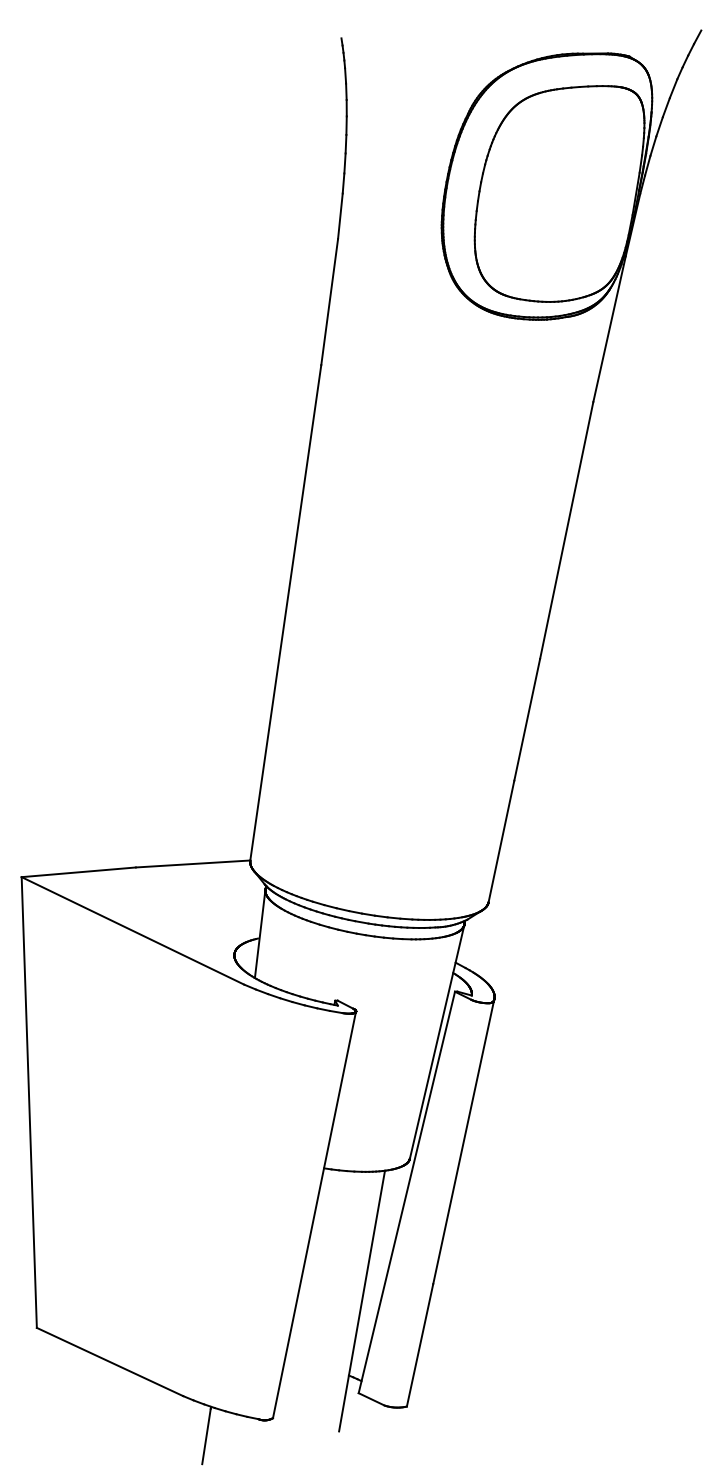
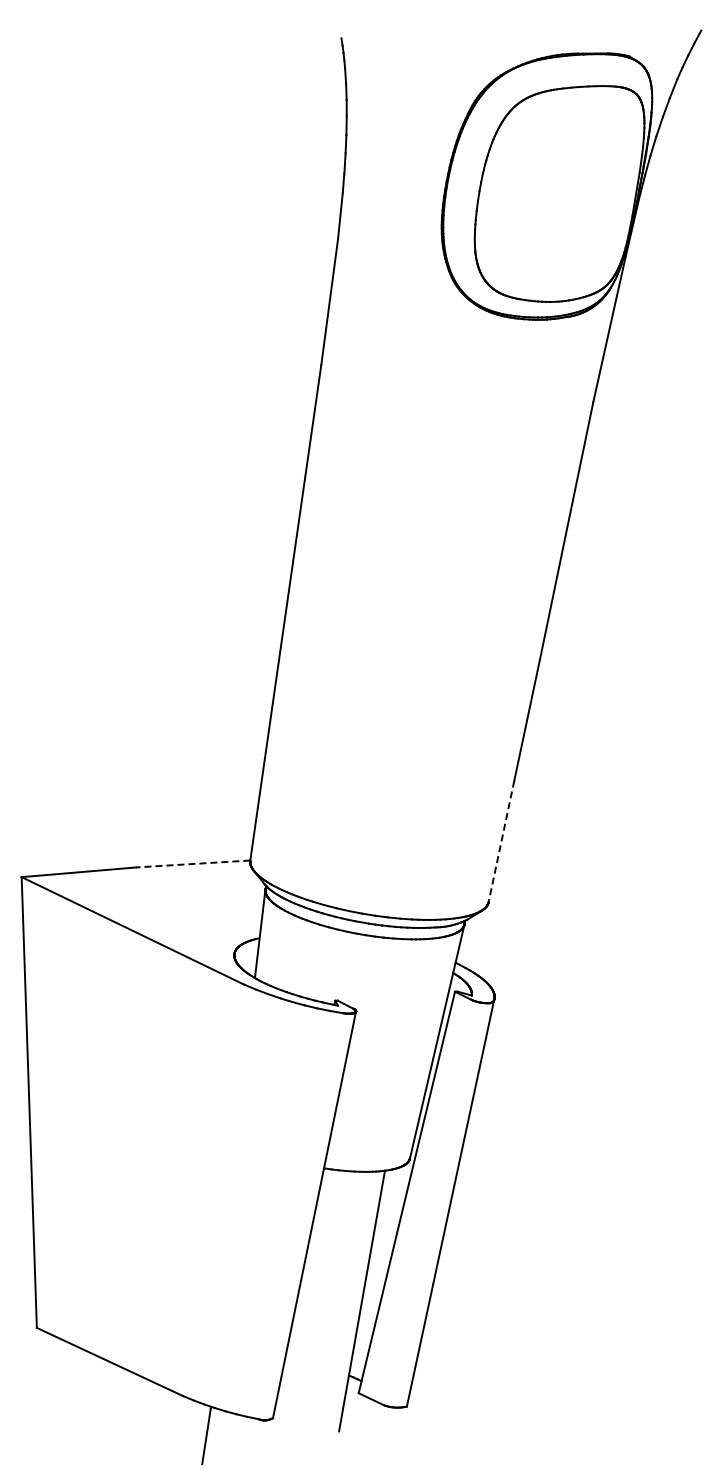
line at (501, 842): solid -> dashed
line at (192, 864): solid -> dashed
